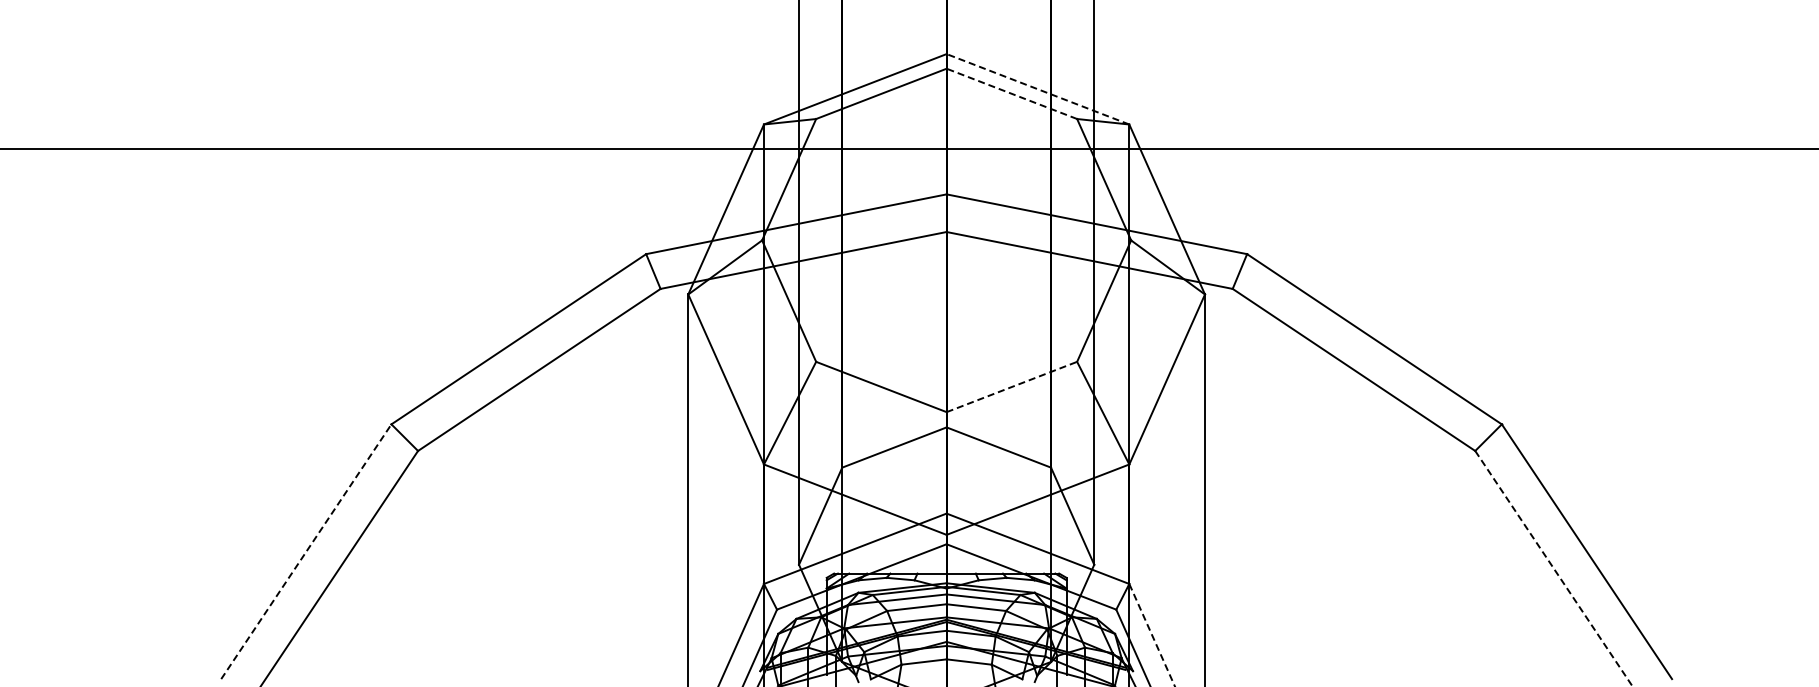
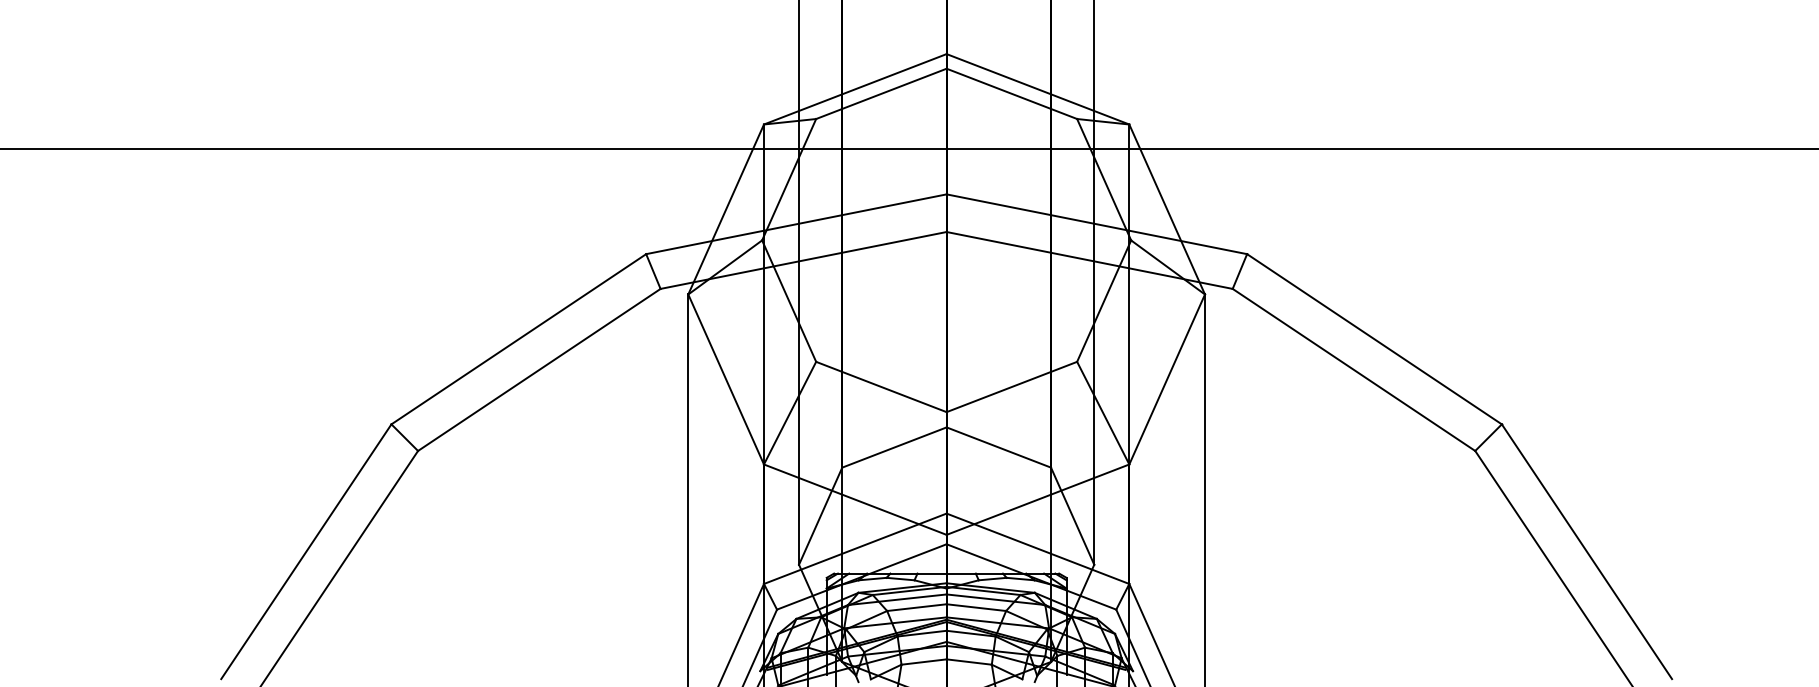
line at (1037, 89): dashed -> solid
line at (1011, 93): dashed -> solid
line at (1011, 387): dashed -> solid
line at (306, 551): dashed -> solid
line at (1554, 568): dashed -> solid
line at (1152, 635): dashed -> solid
